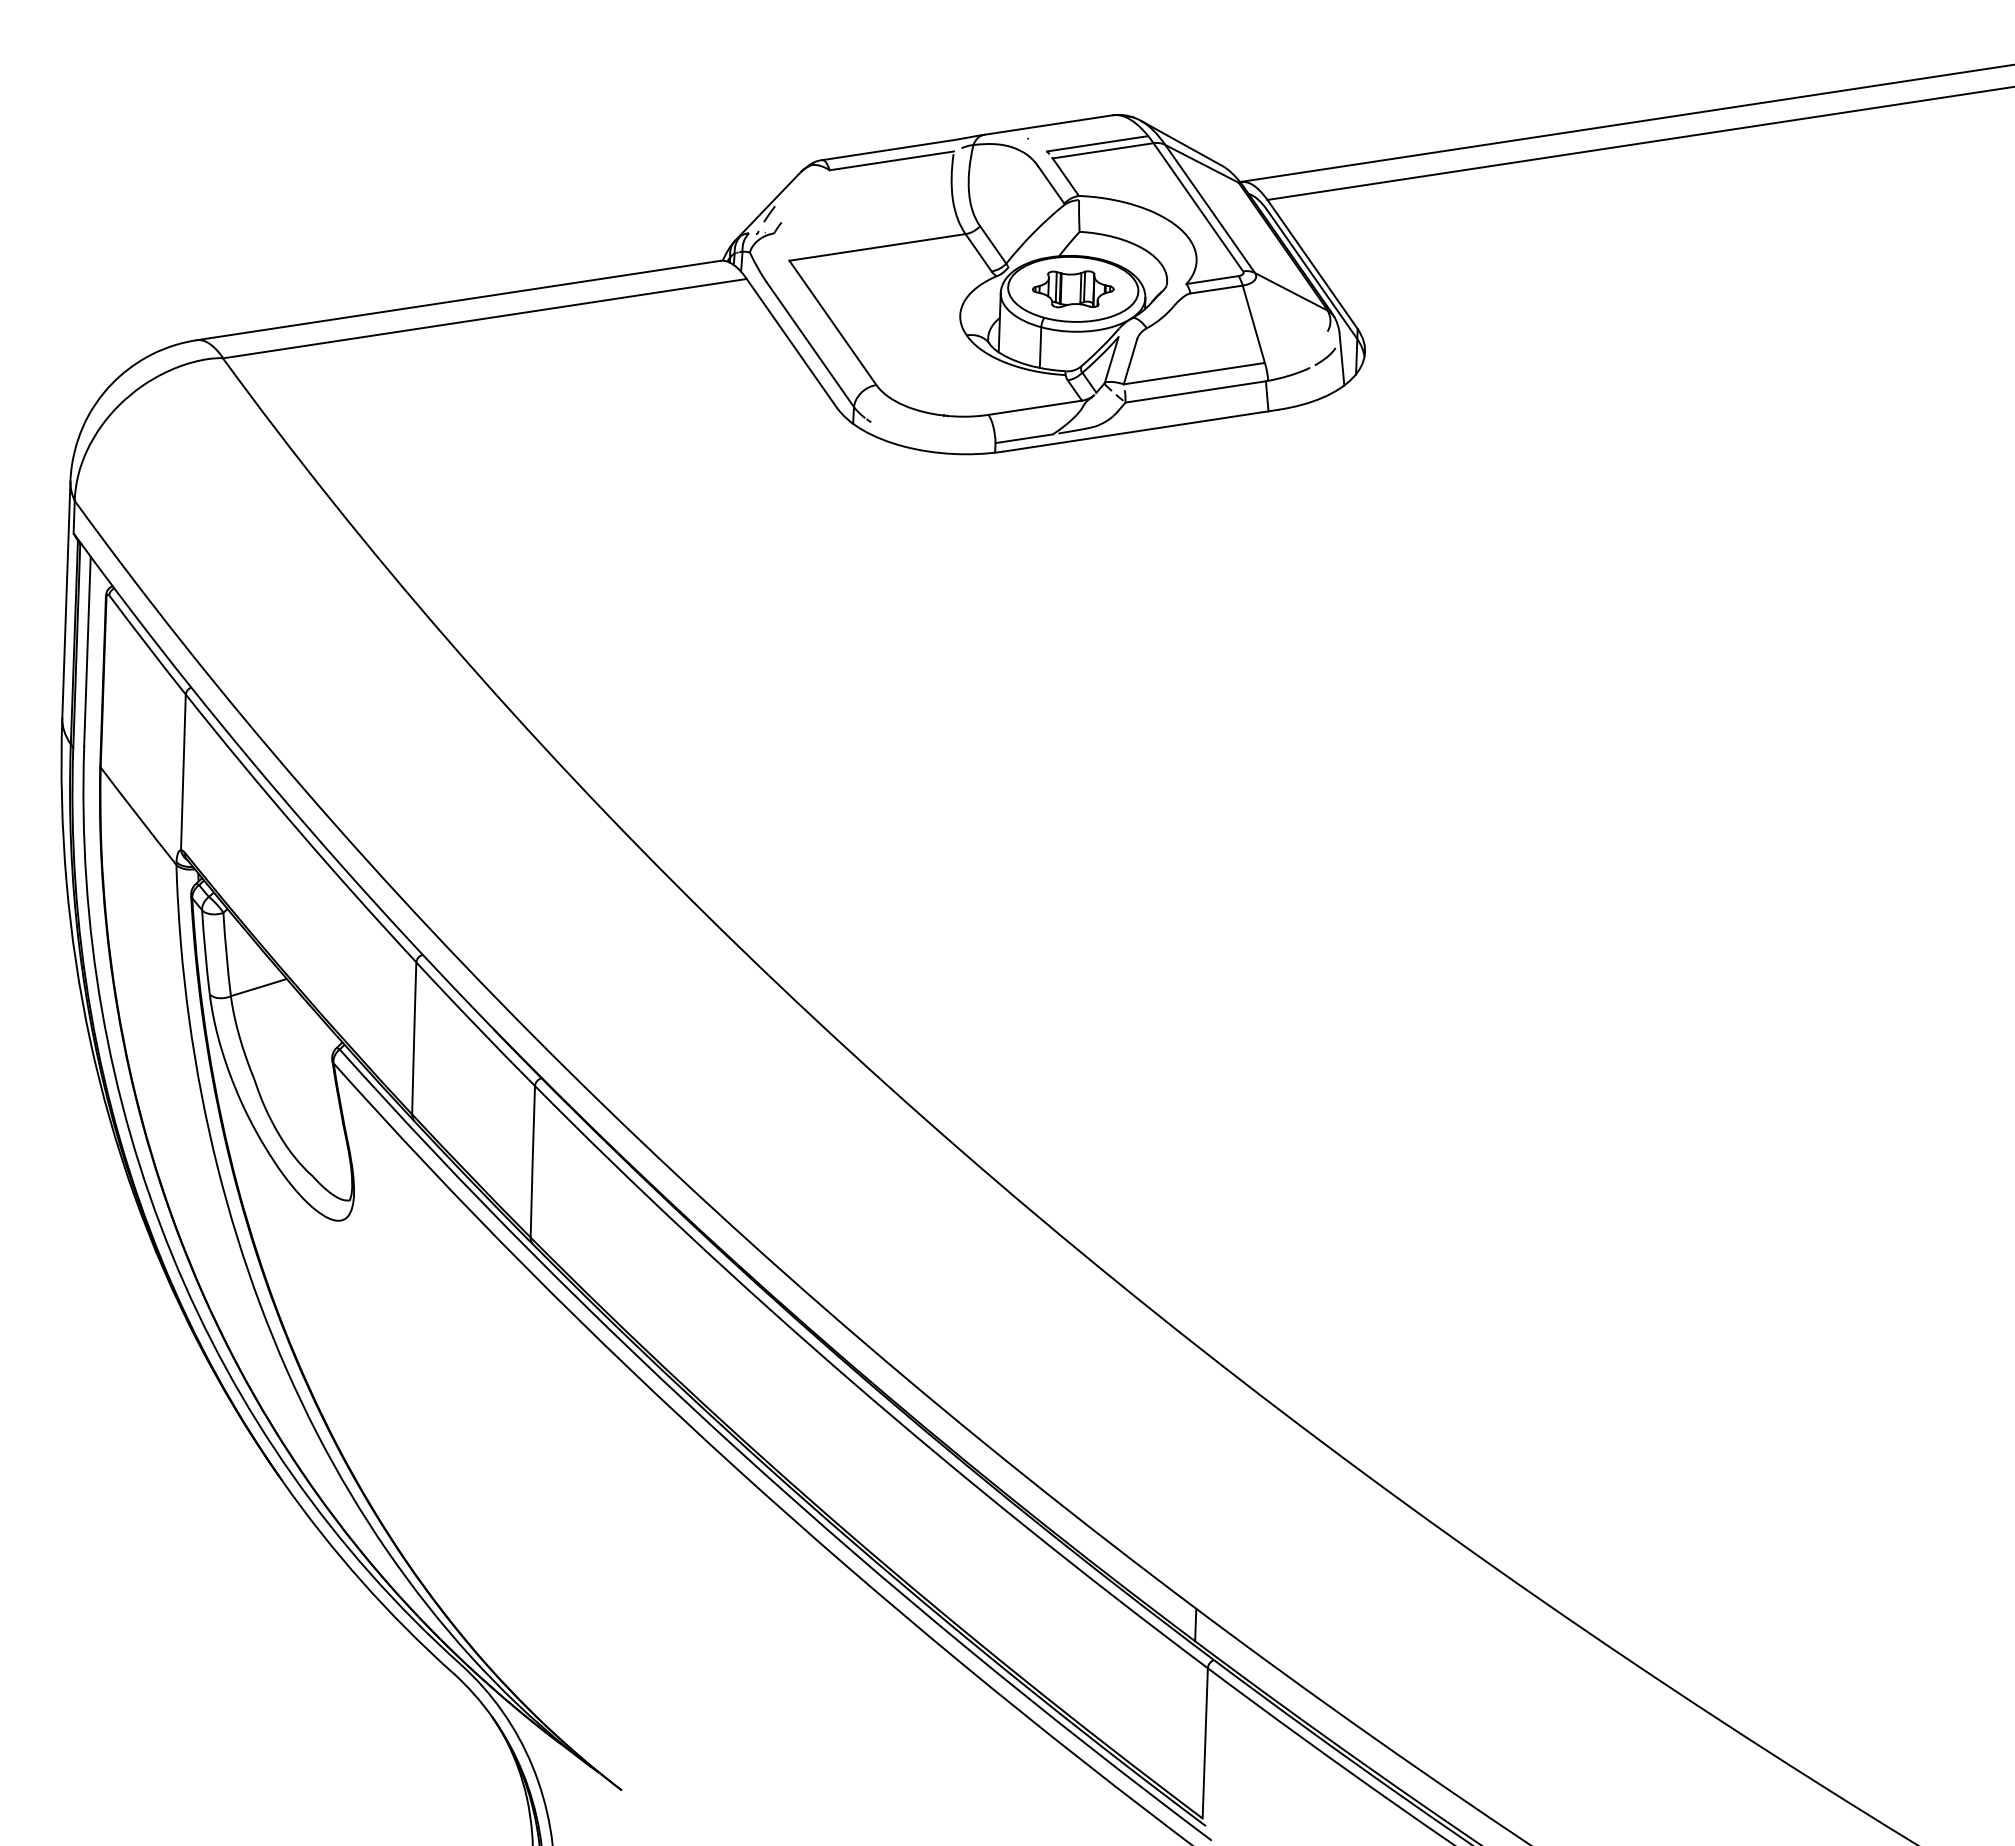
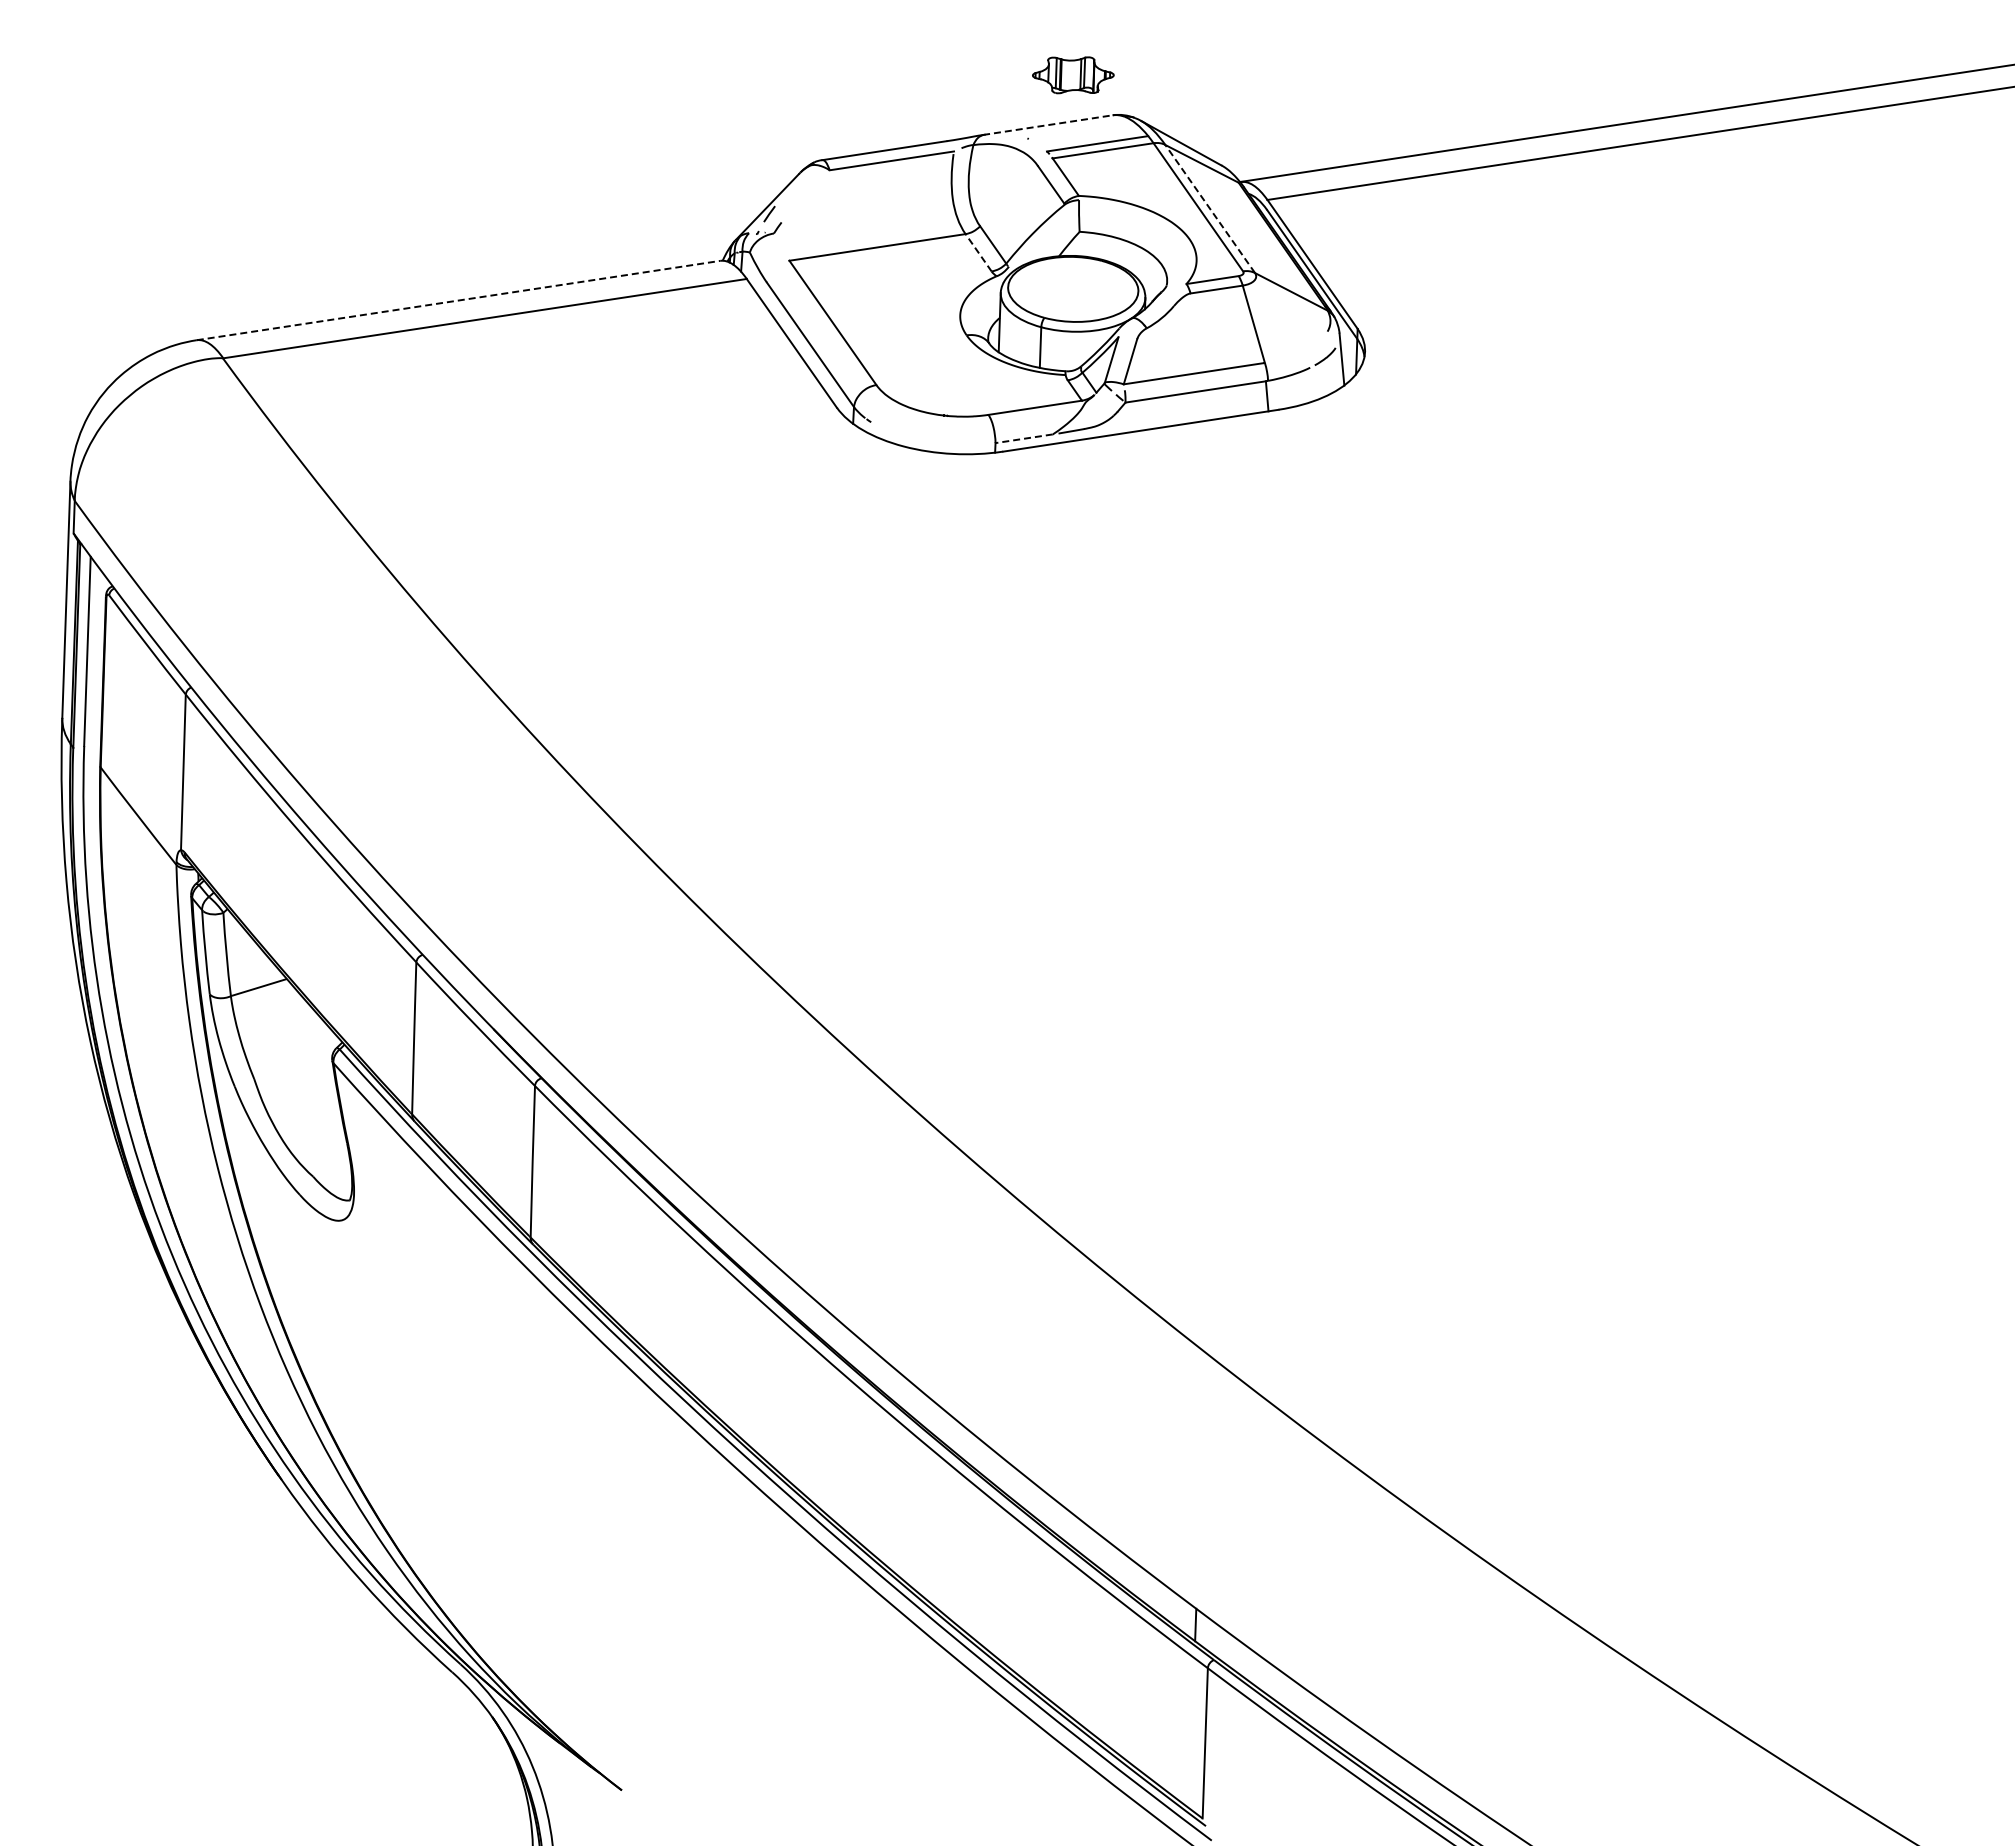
line at (1047, 125): solid -> dashed
line at (1209, 208): solid -> dashed
line at (978, 252): solid -> dashed
part at (1073, 289) position: (1073, 289) -> (1073, 75)
line at (458, 300): solid -> dashed
line at (1024, 438): solid -> dashed
